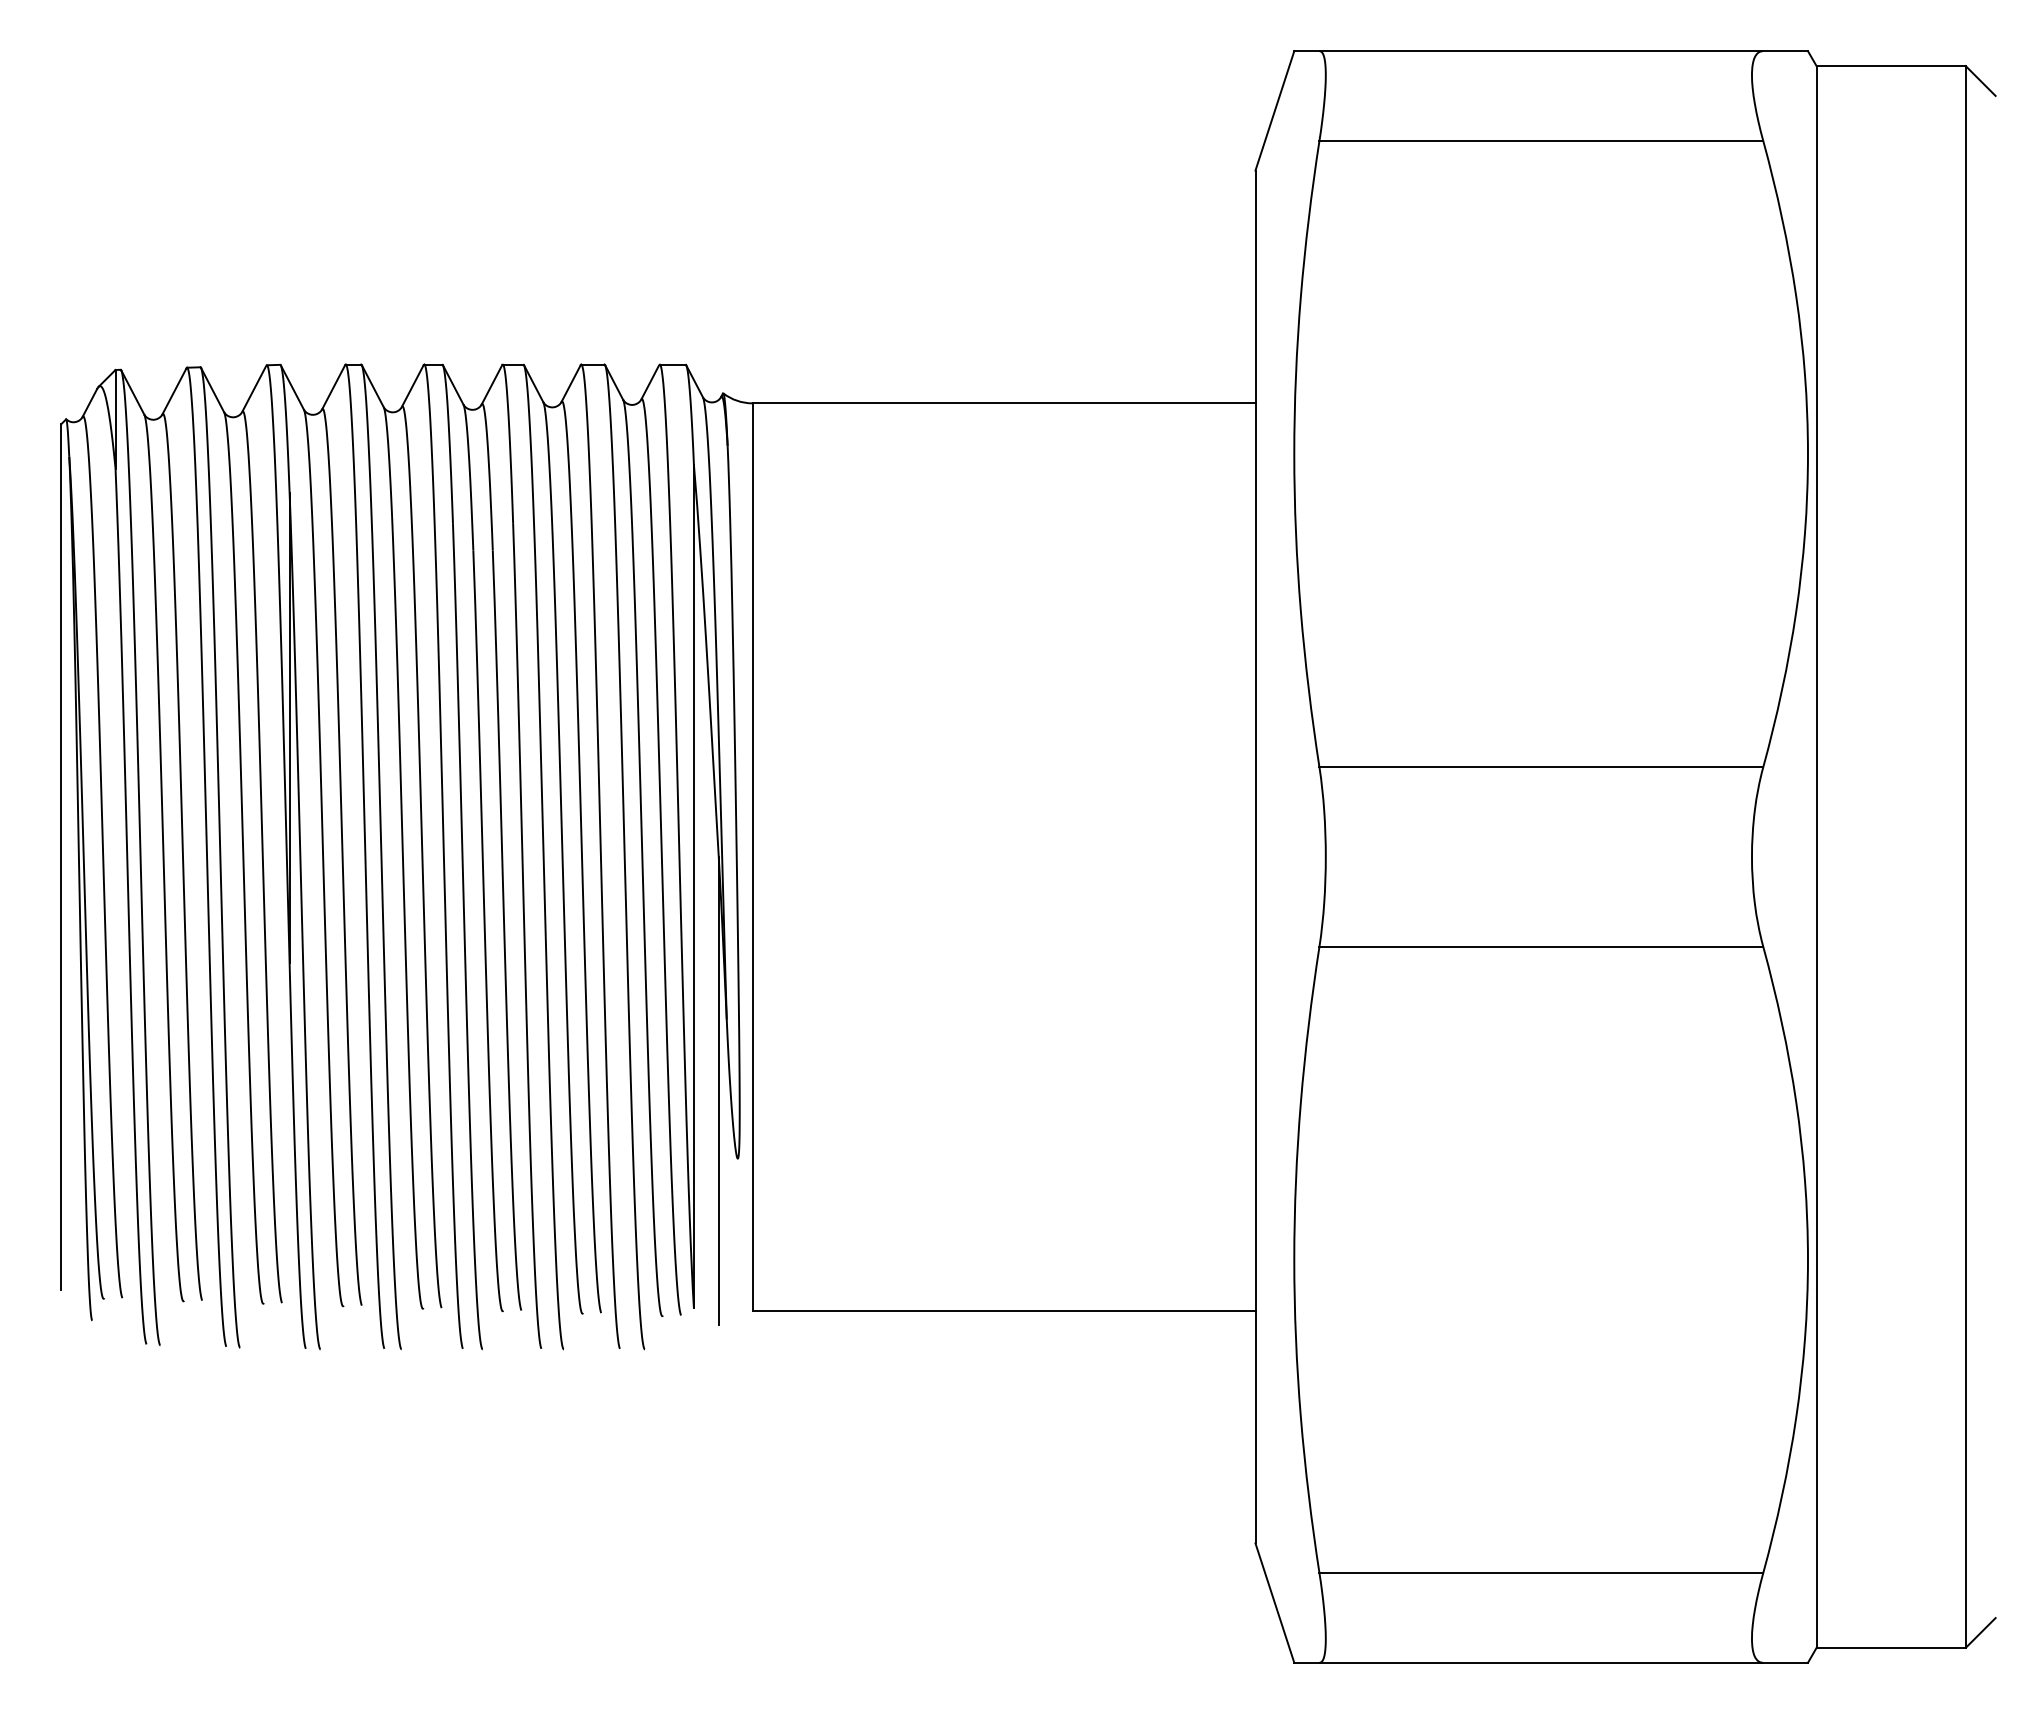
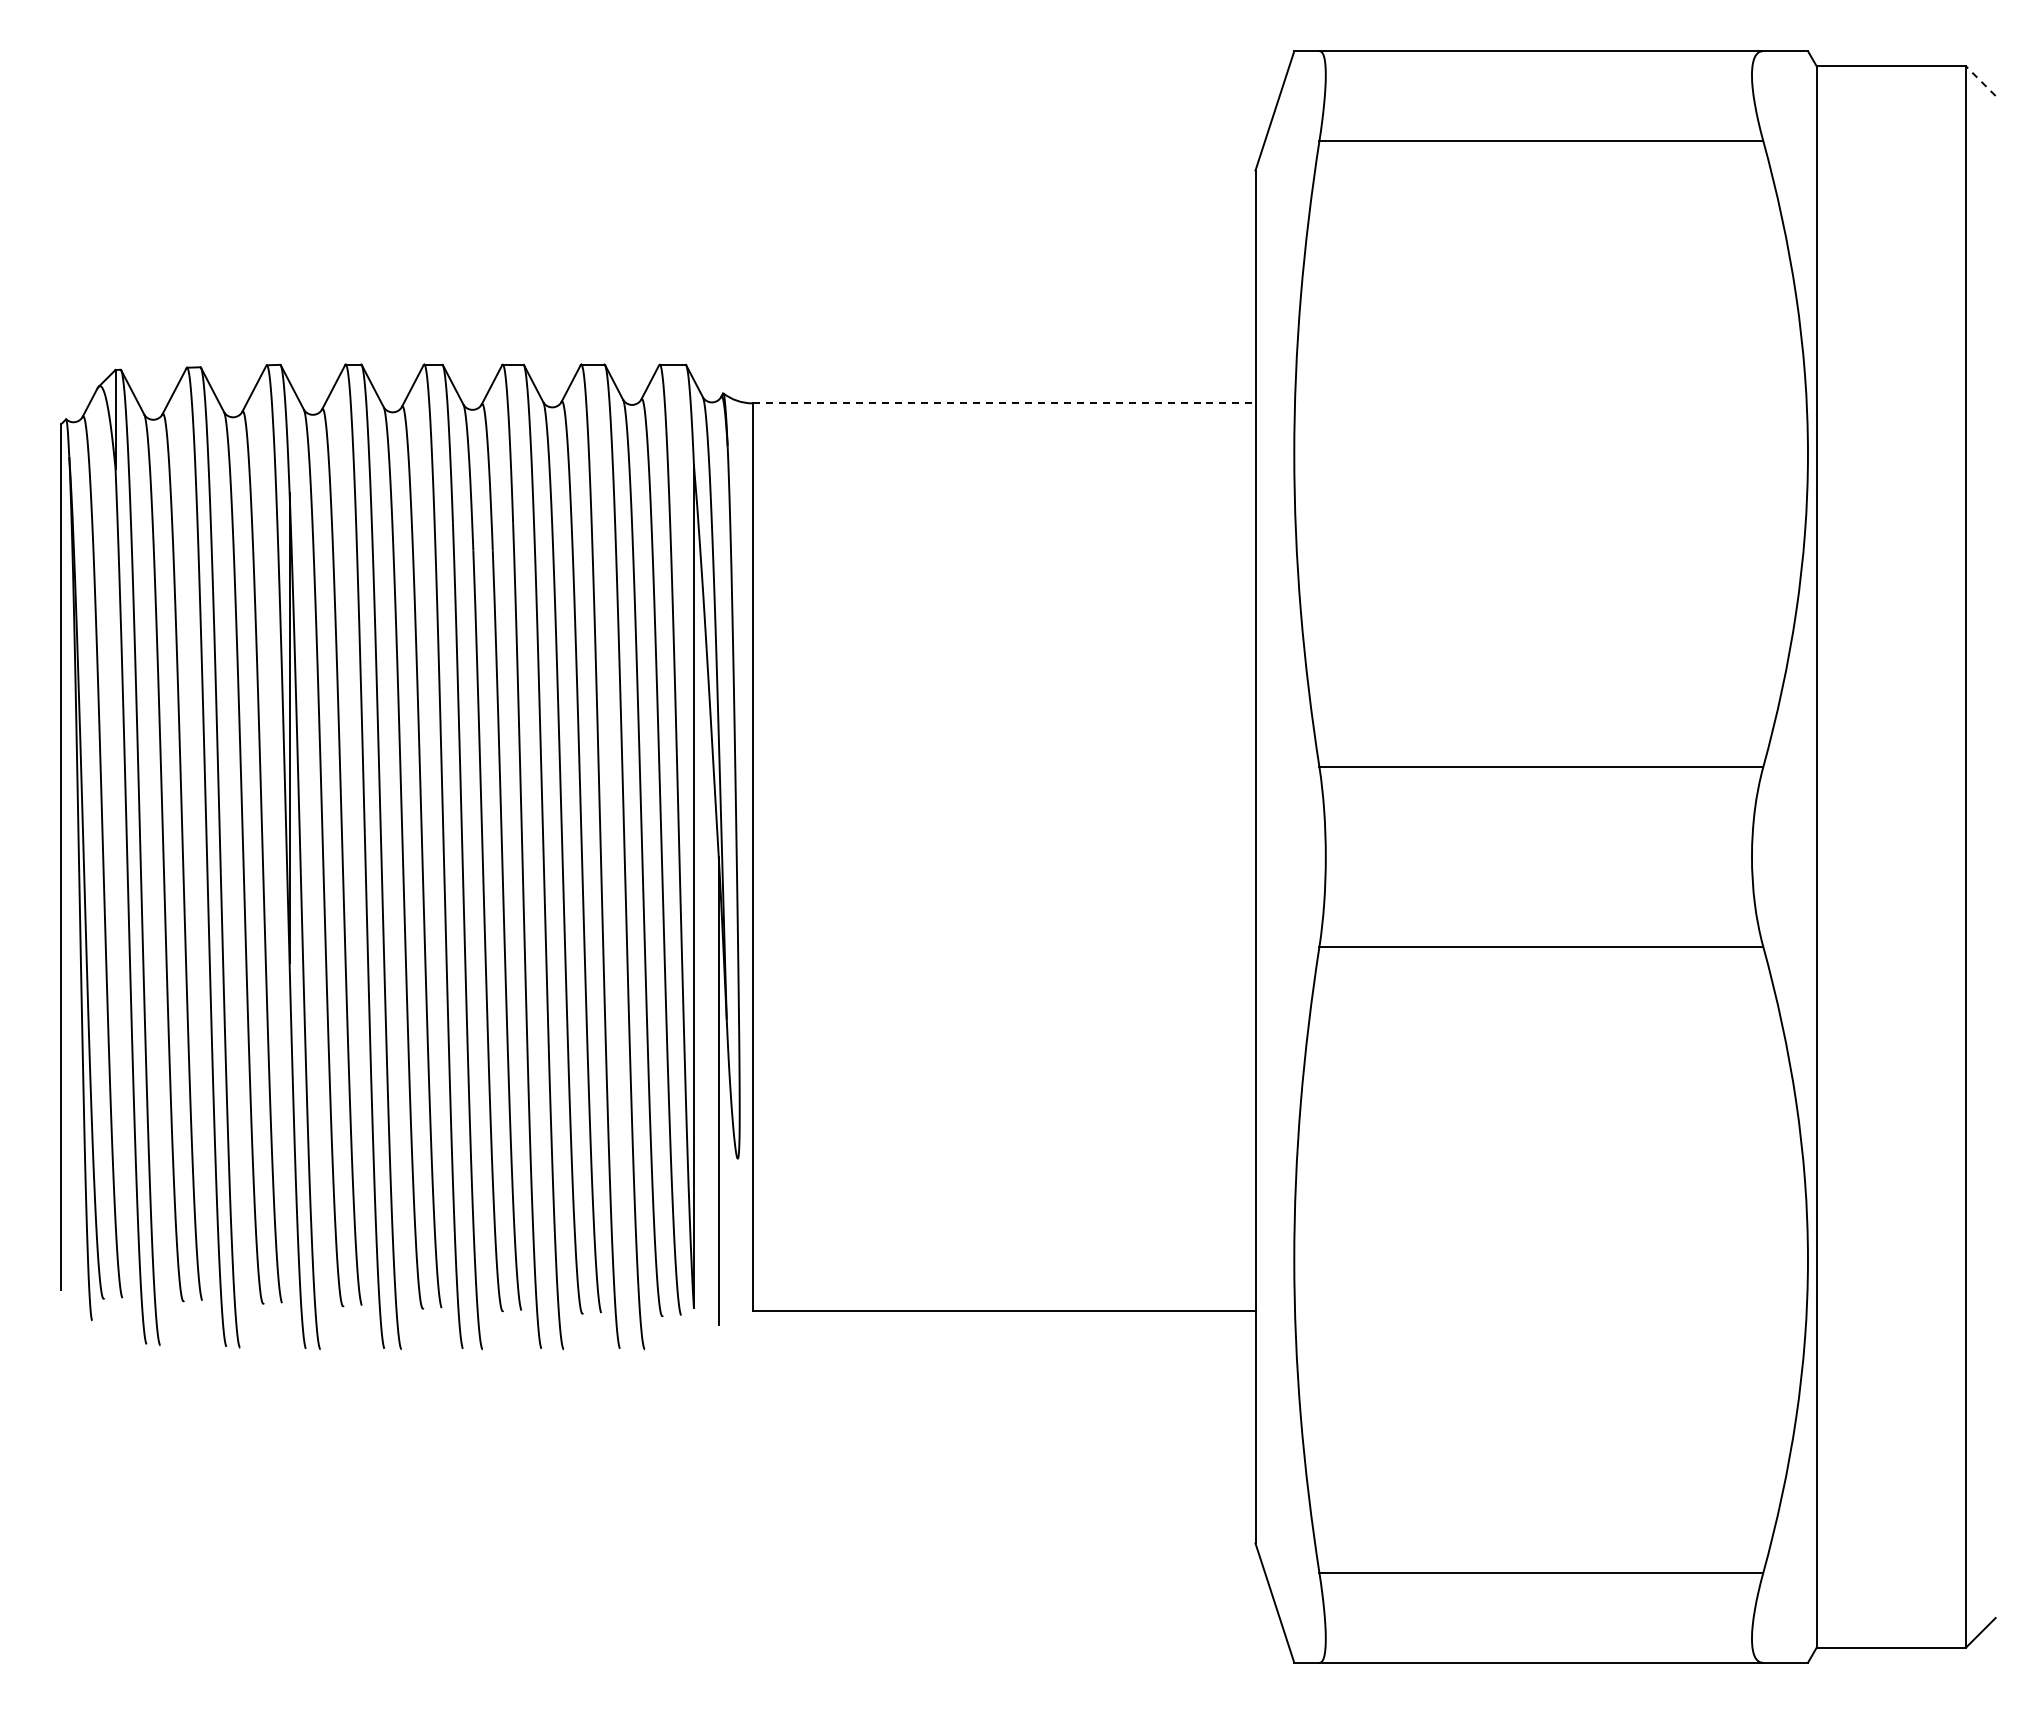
line at (1980, 80): solid -> dashed
line at (1004, 403): solid -> dashed
